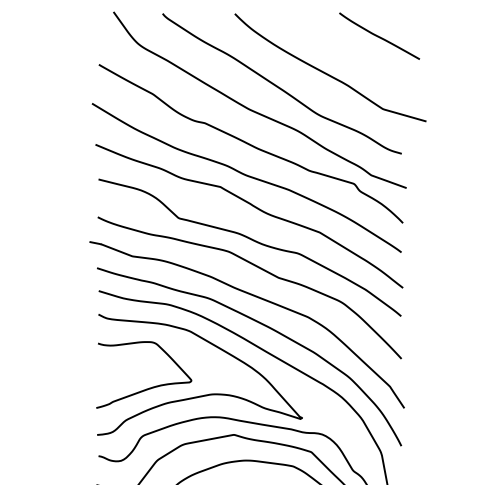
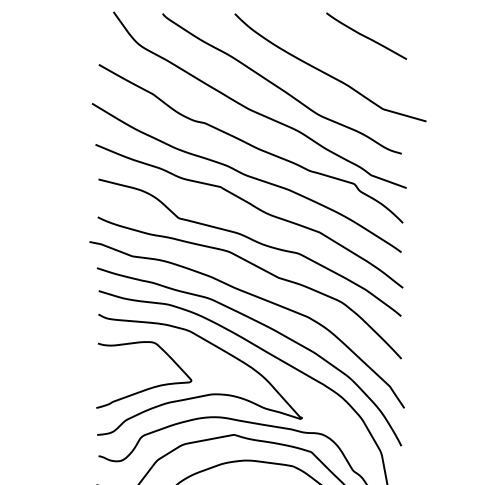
curve at (378, 35) position: (378, 35) -> (365, 35)
